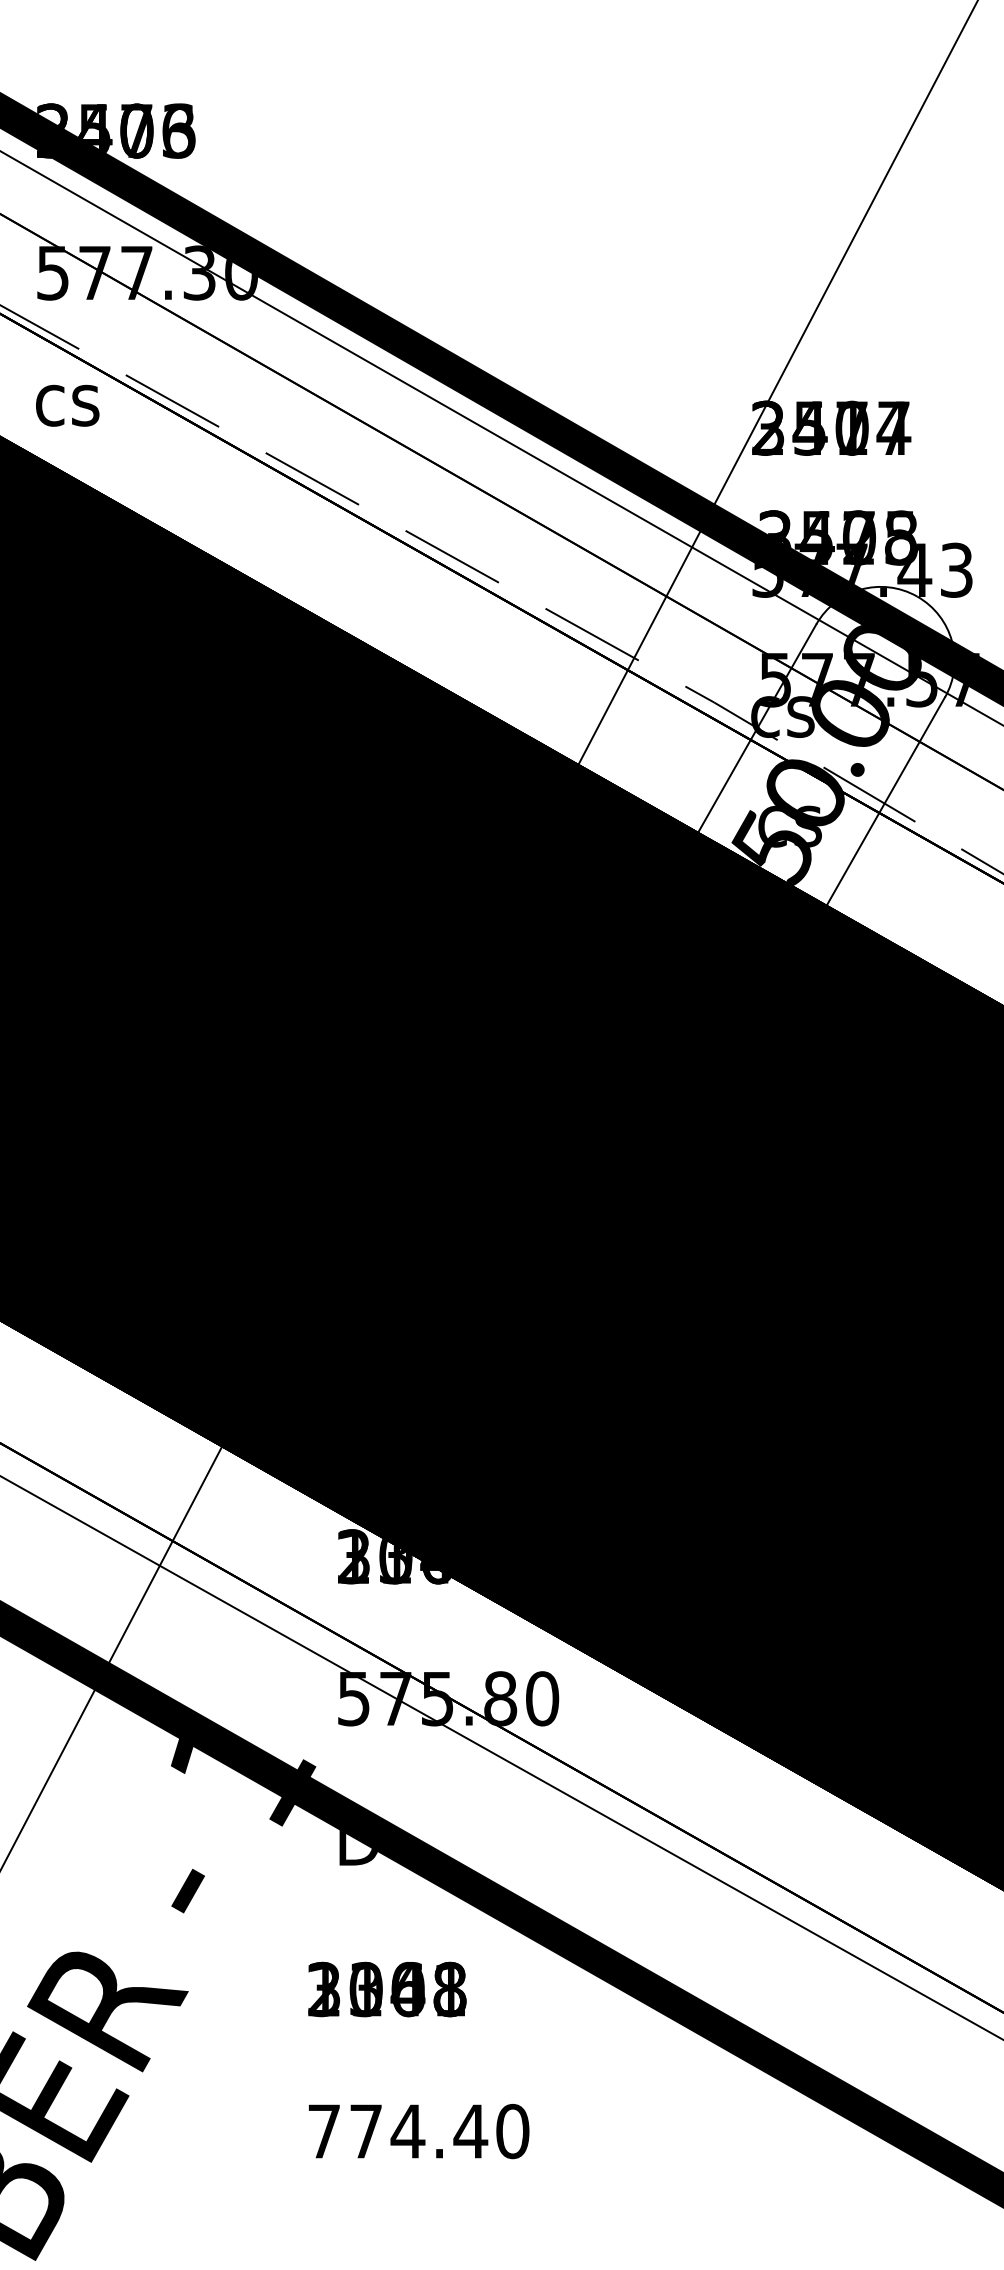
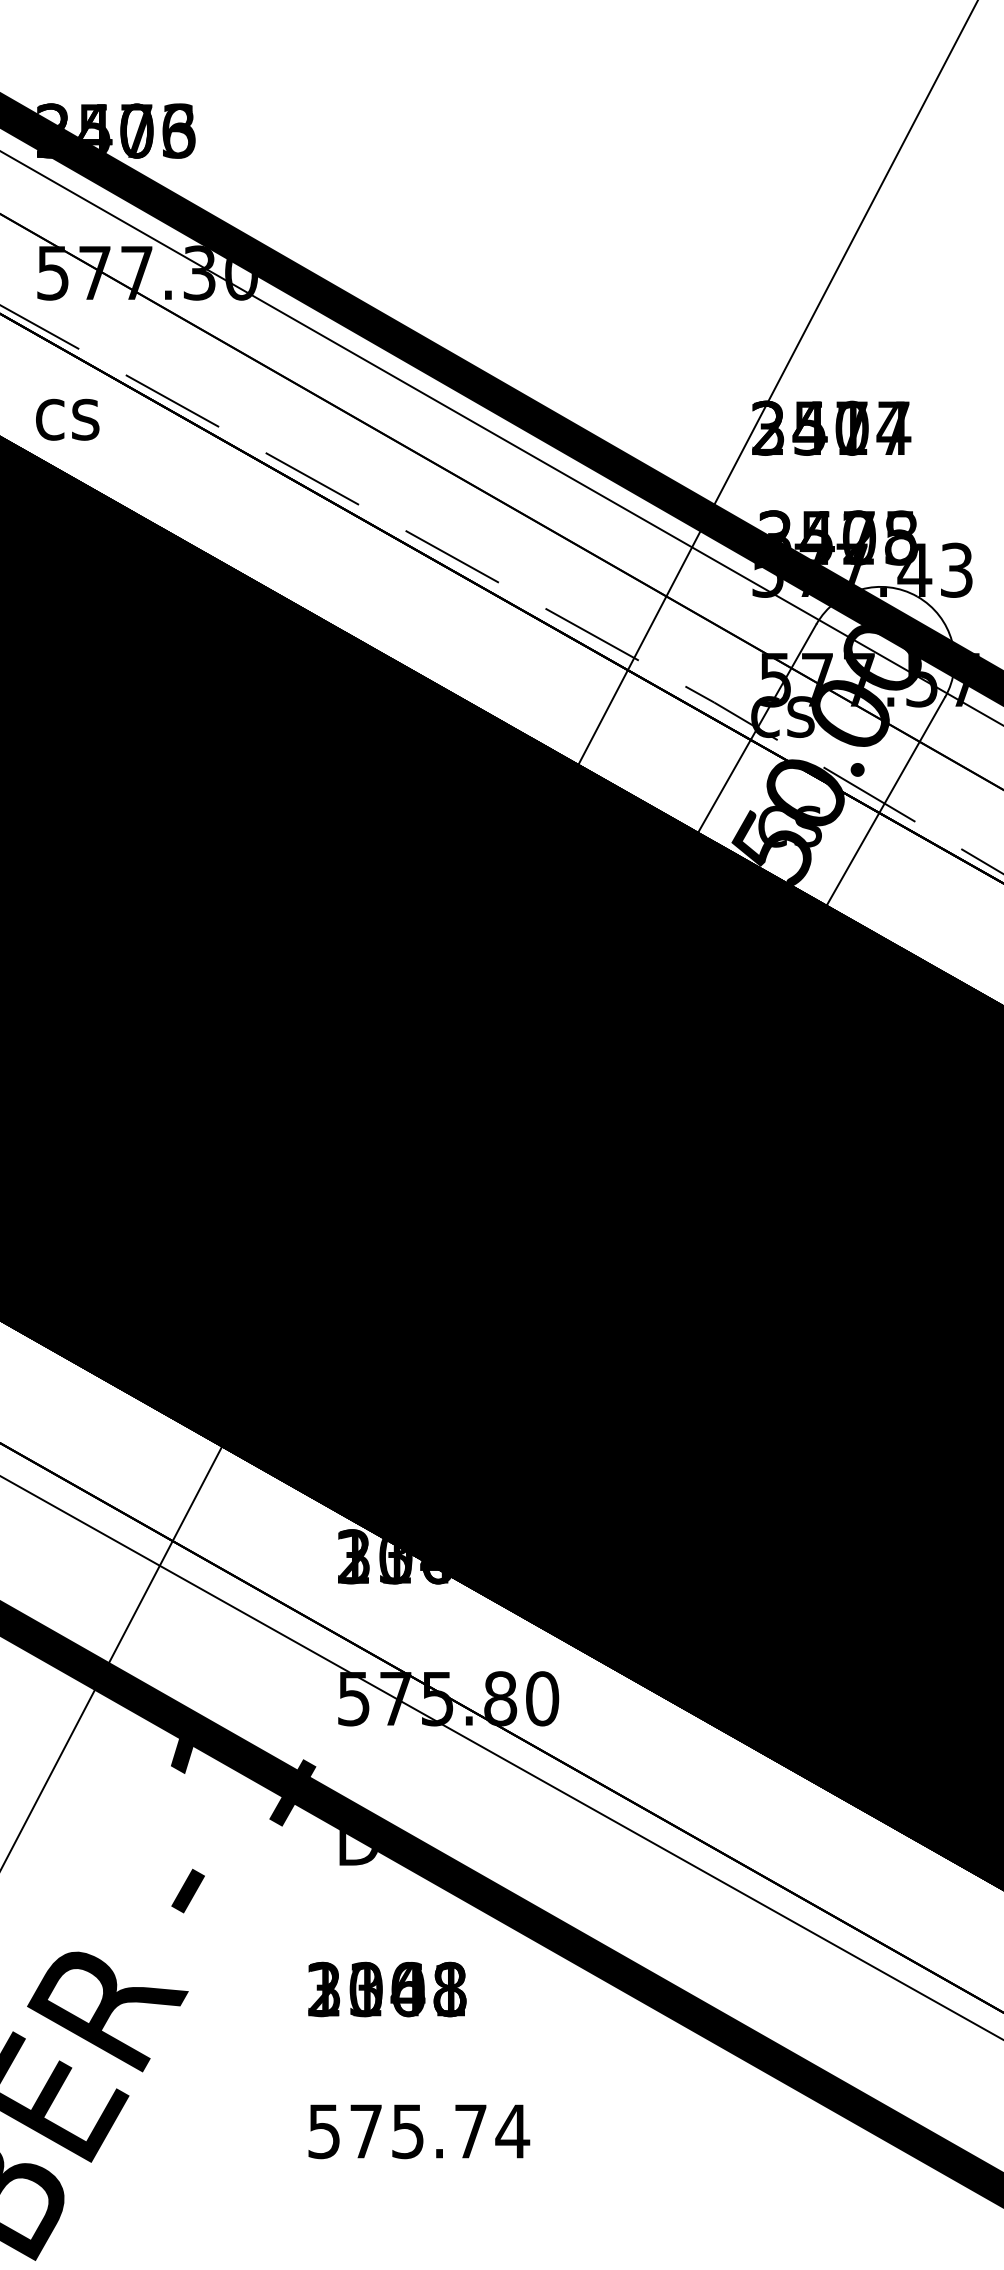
text at (67, 405) position: (67, 405) -> (67, 419)
text at (419, 2131): 774.40 -> 575.74
